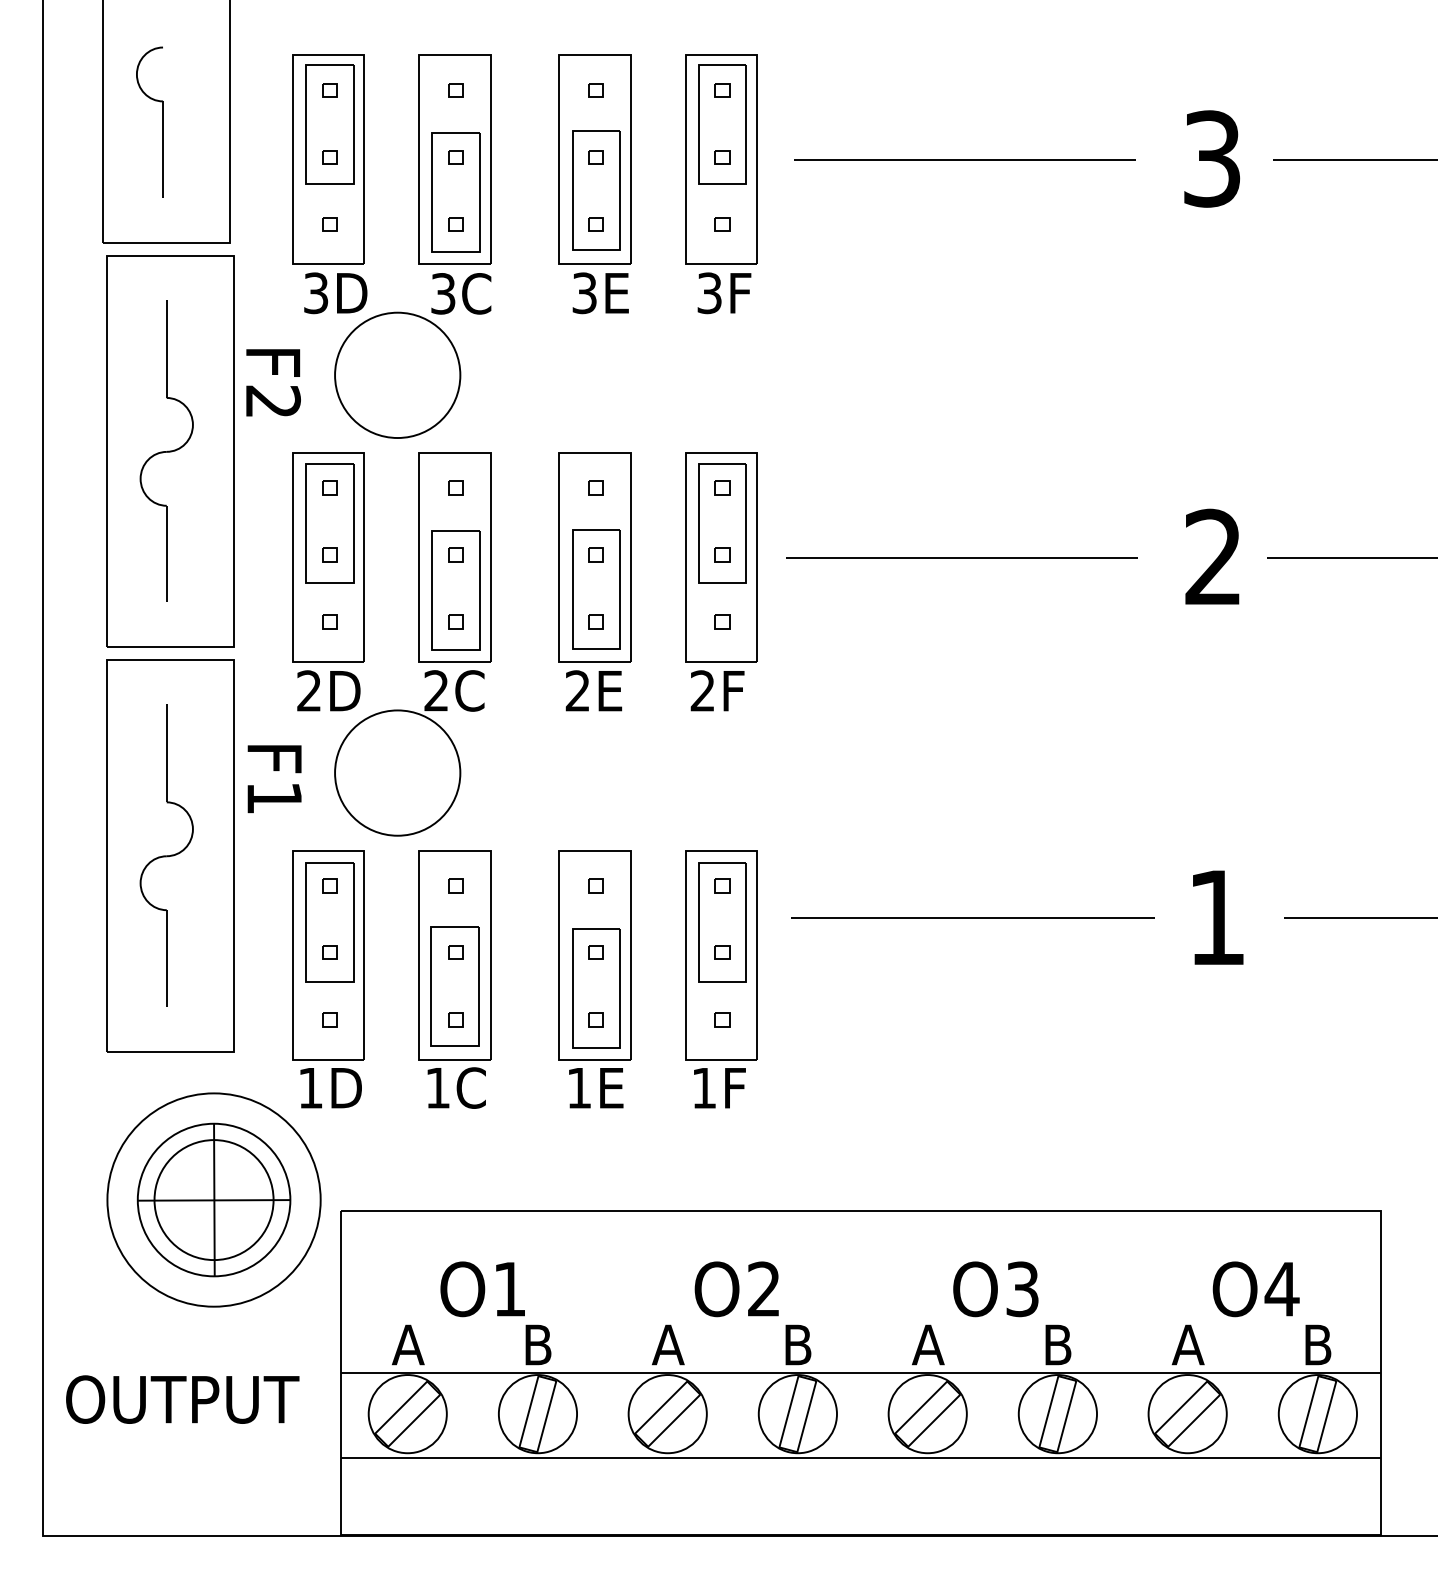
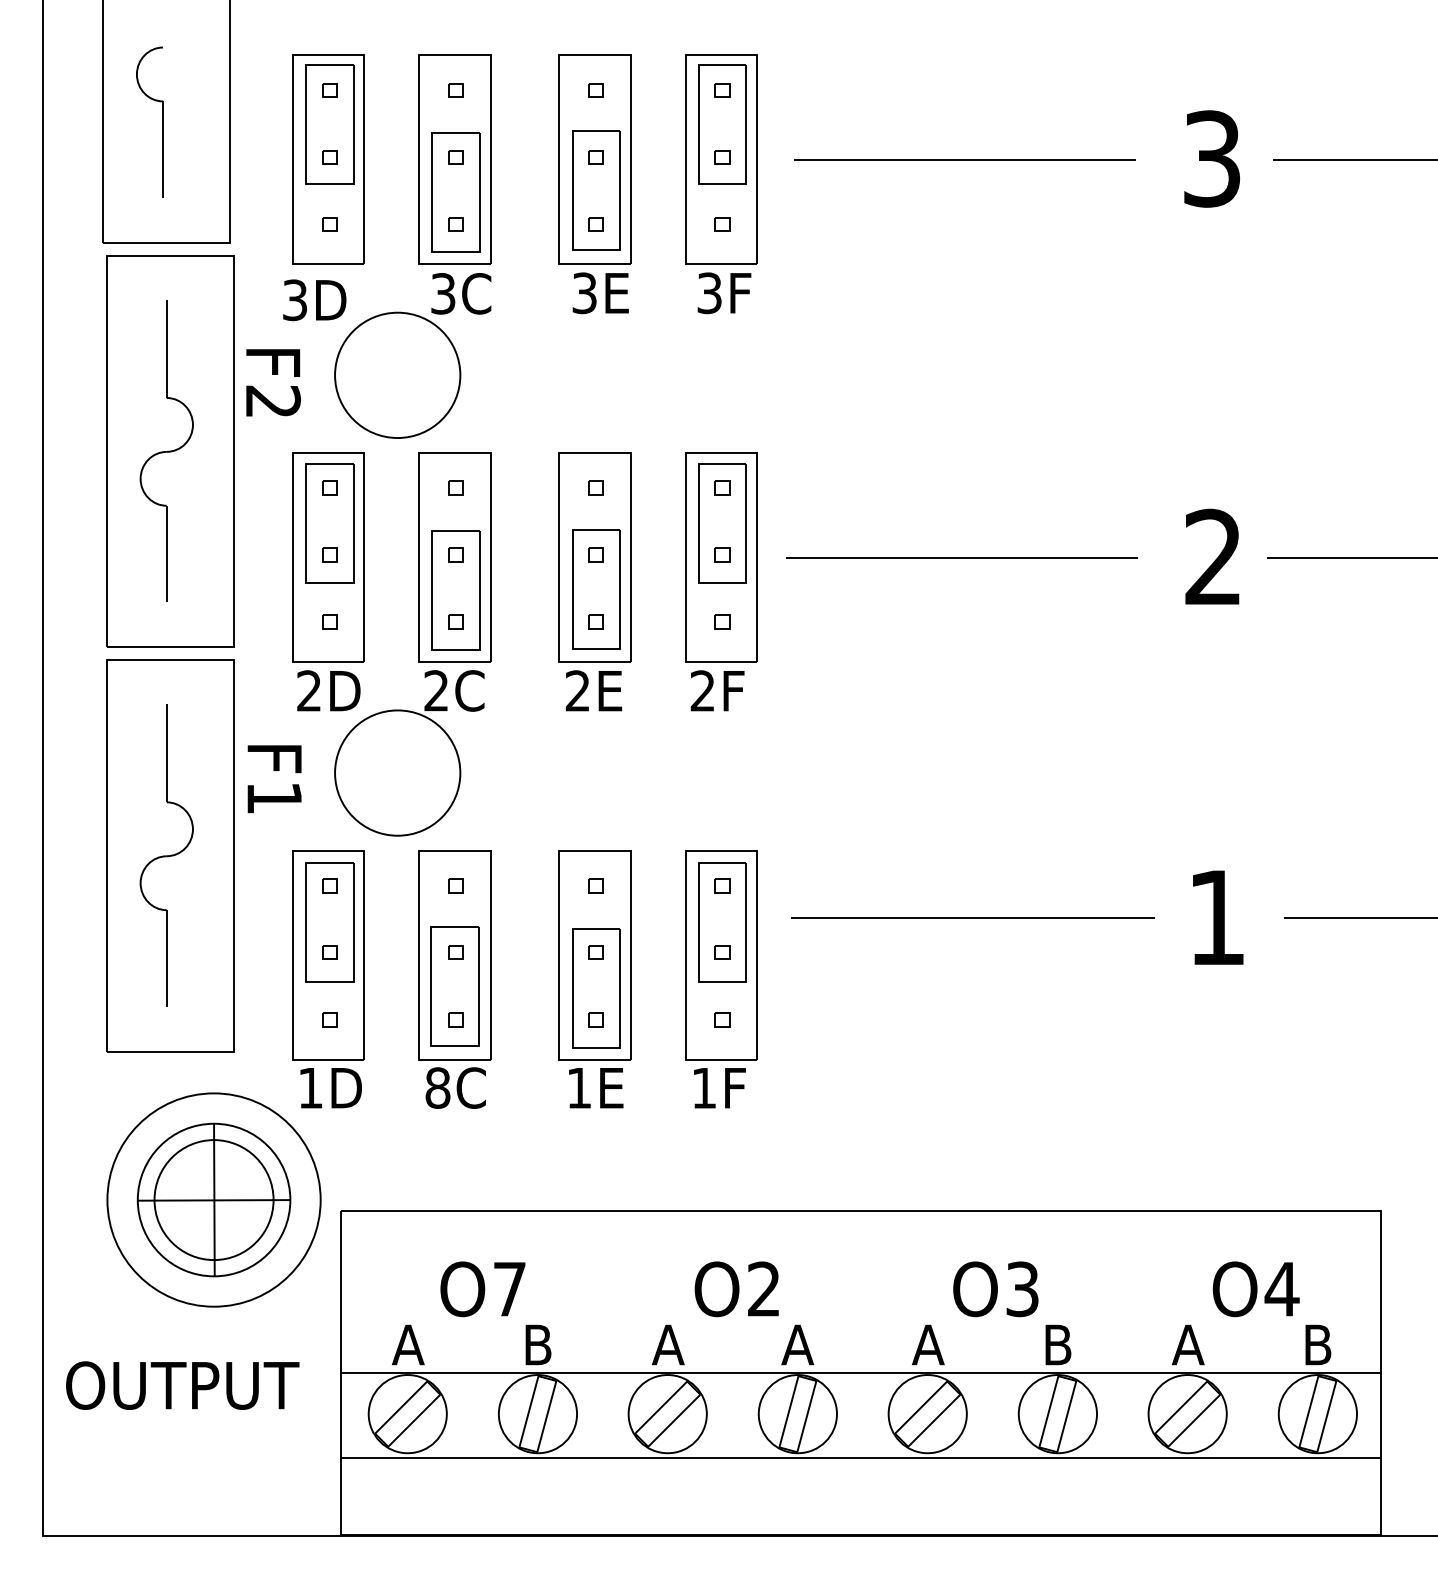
text at (335, 293) position: (335, 293) -> (314, 300)
text at (437, 1087): 1C -> 8C
text at (509, 1289): O1 -> O7
text at (797, 1344): B -> A
text at (182, 1399) position: (182, 1399) -> (182, 1385)
